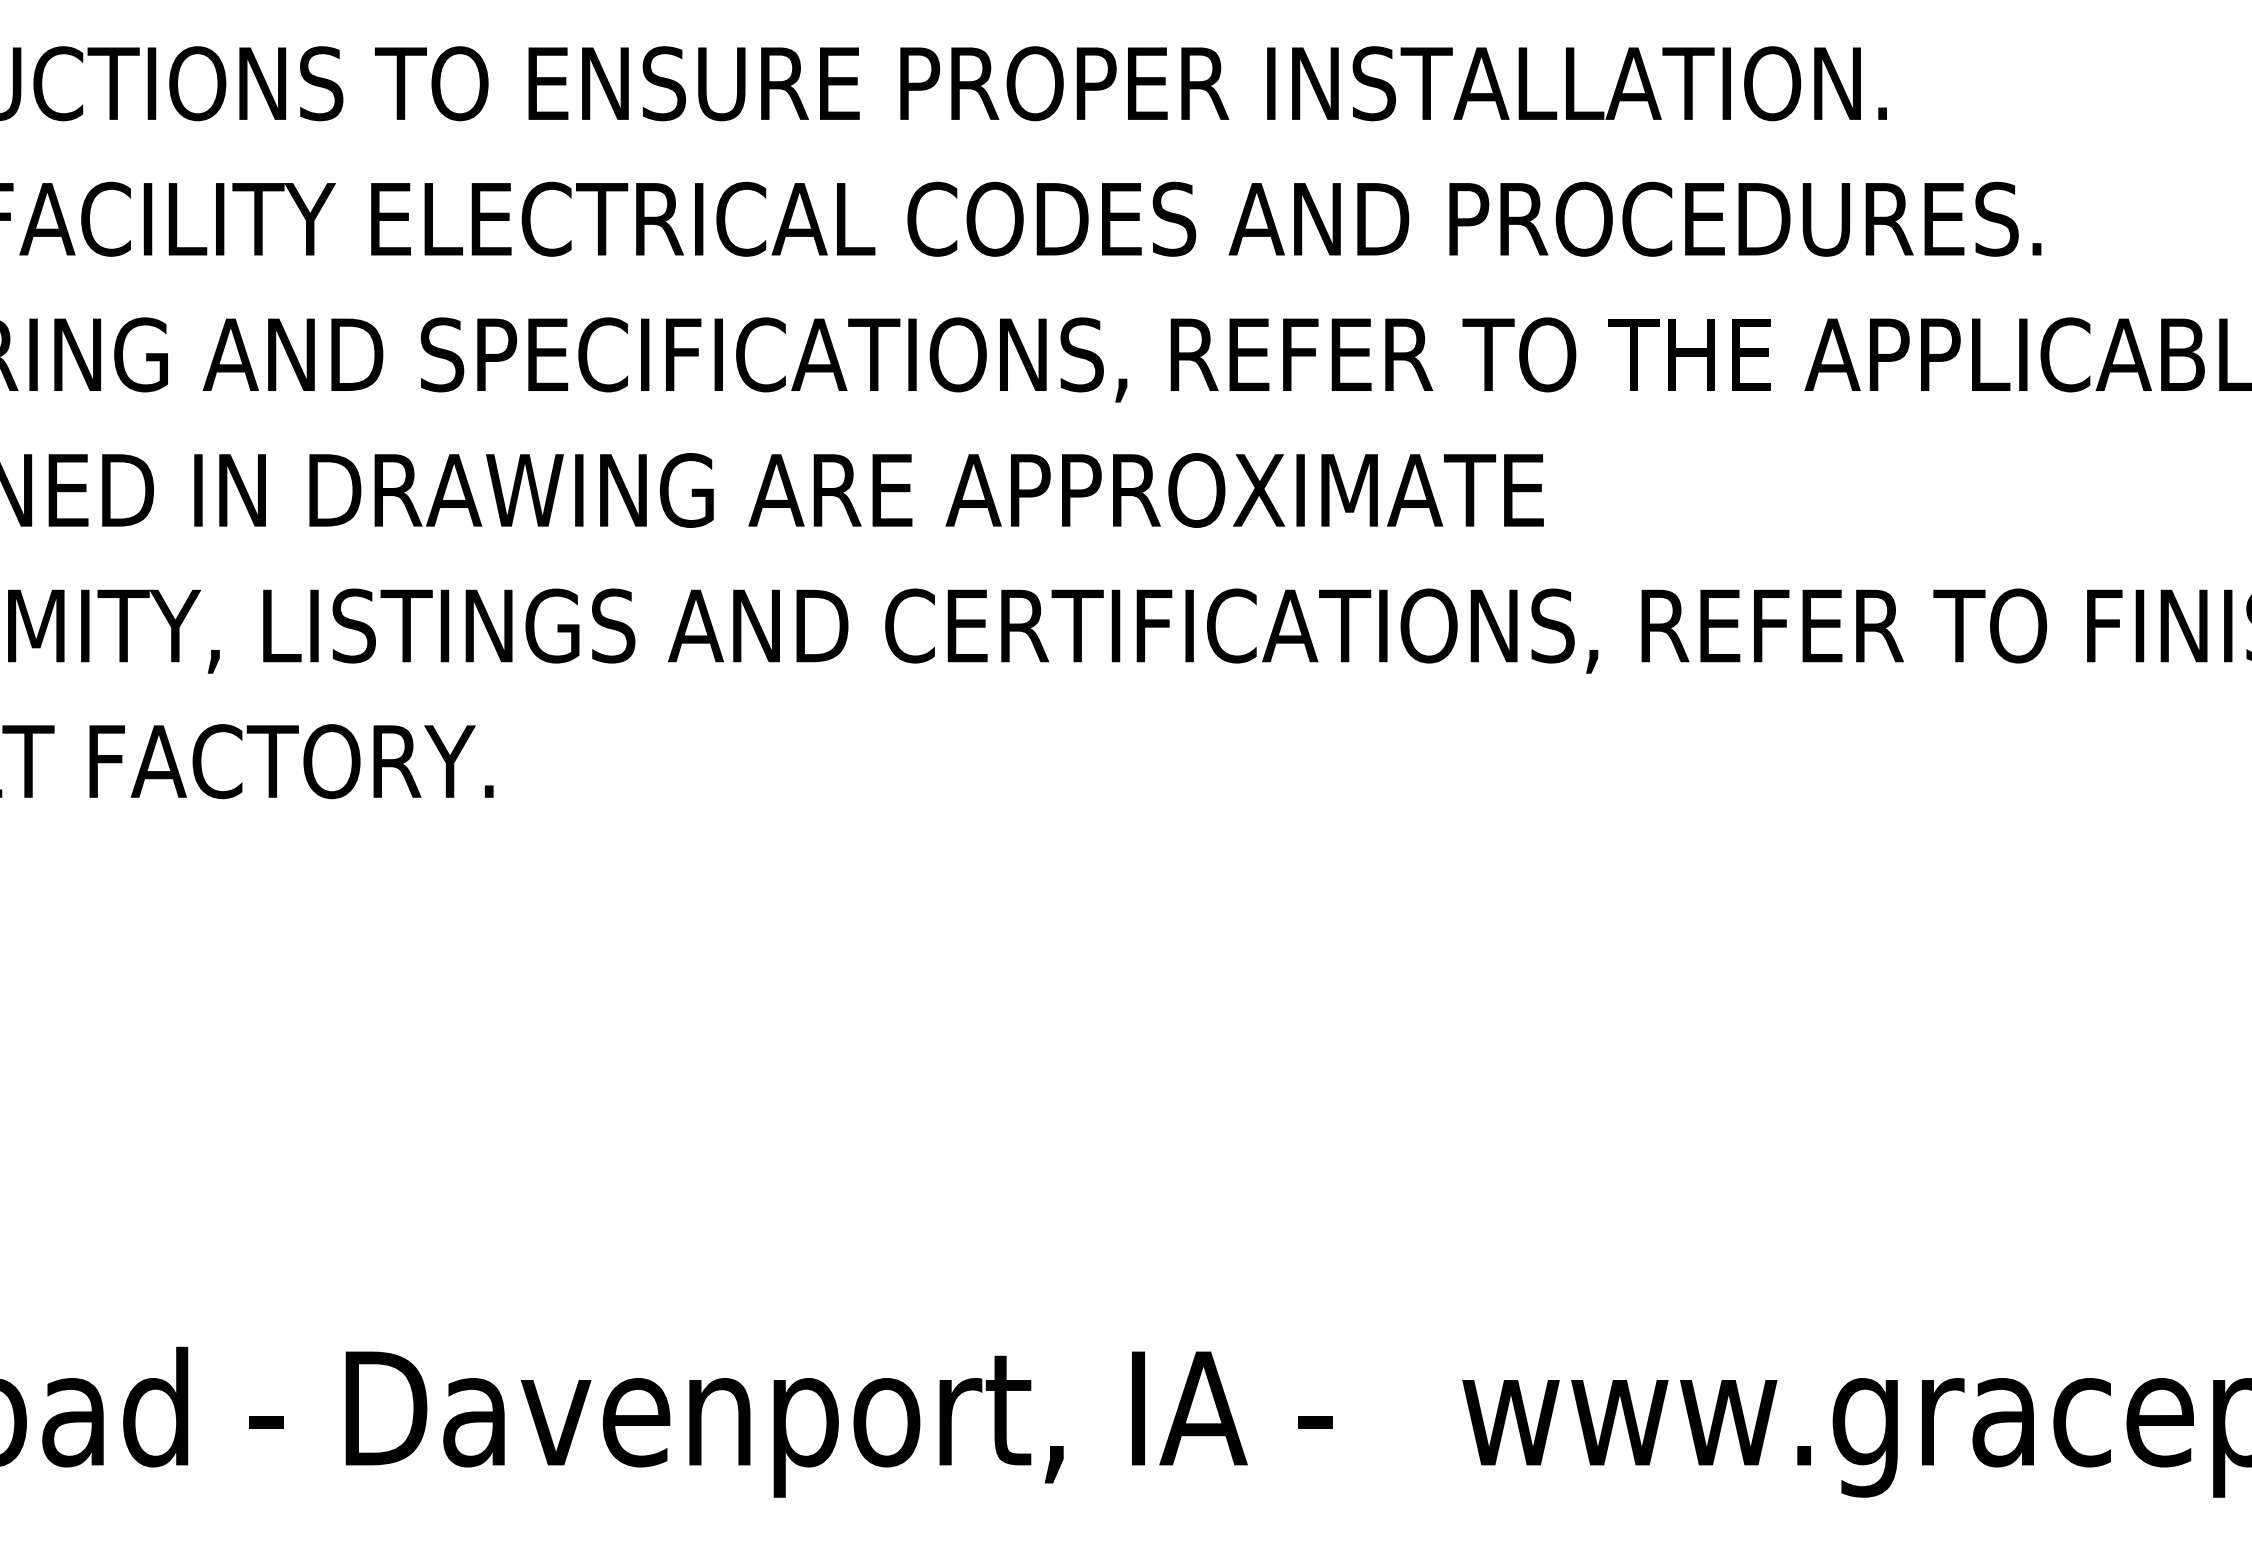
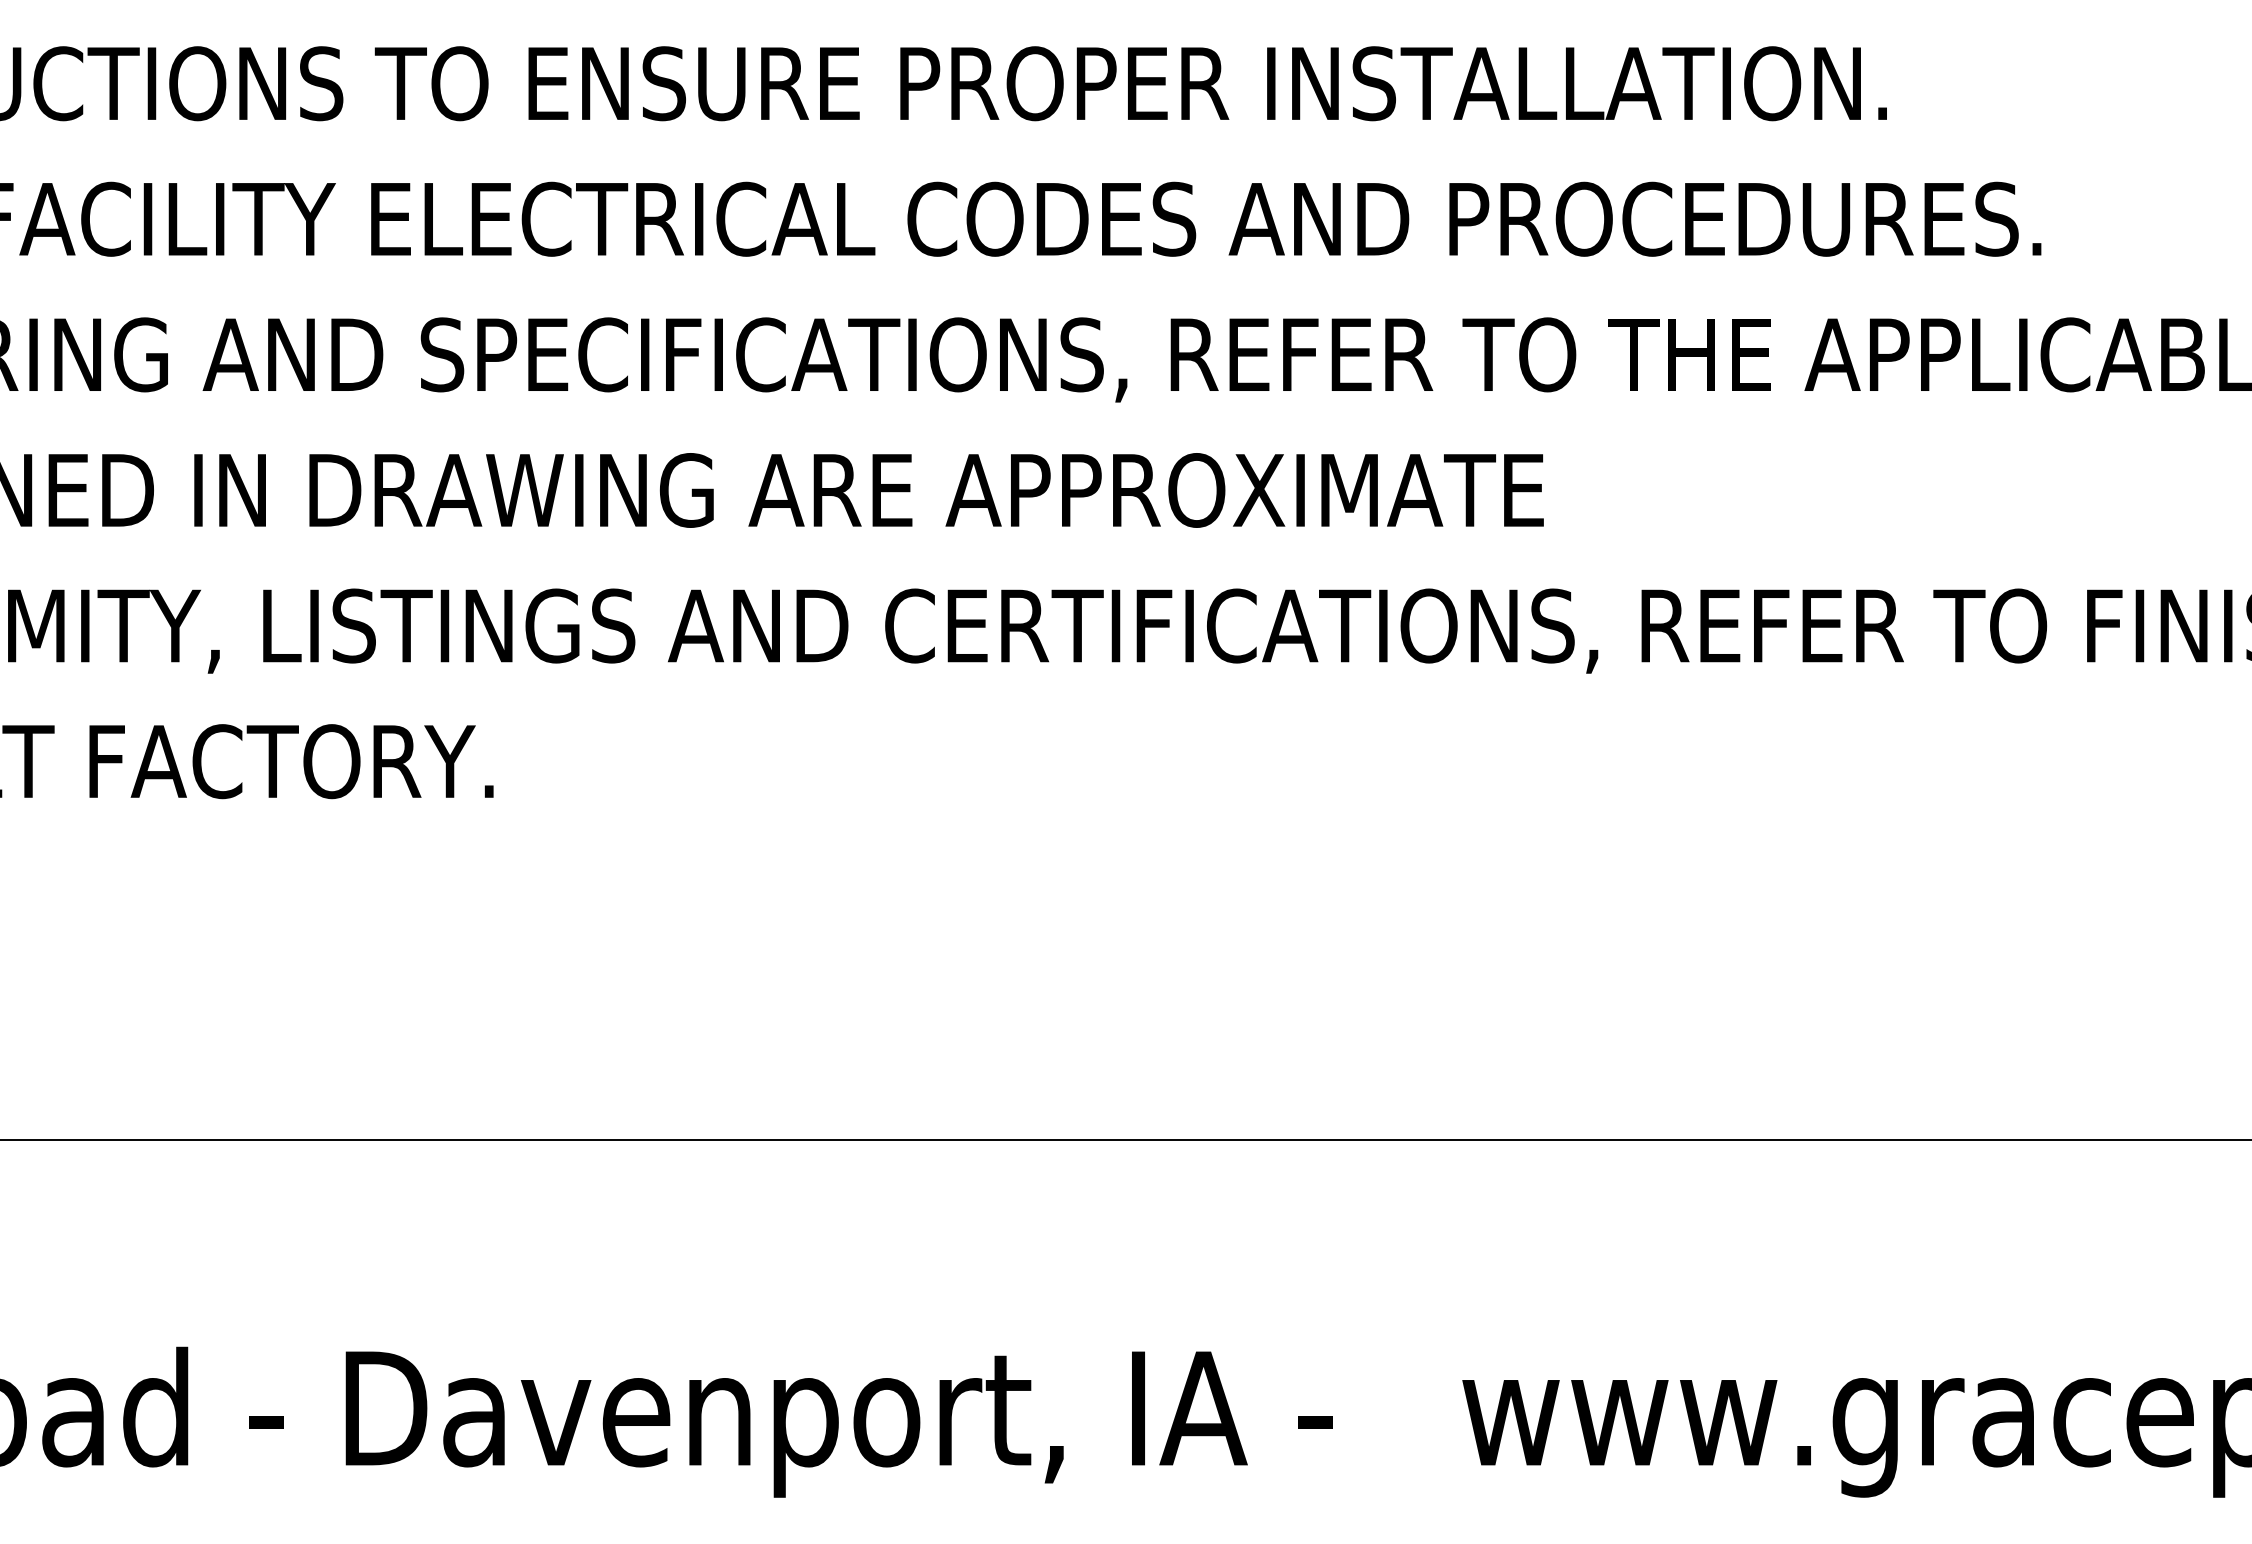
line at (1125, 1139): none -> present
